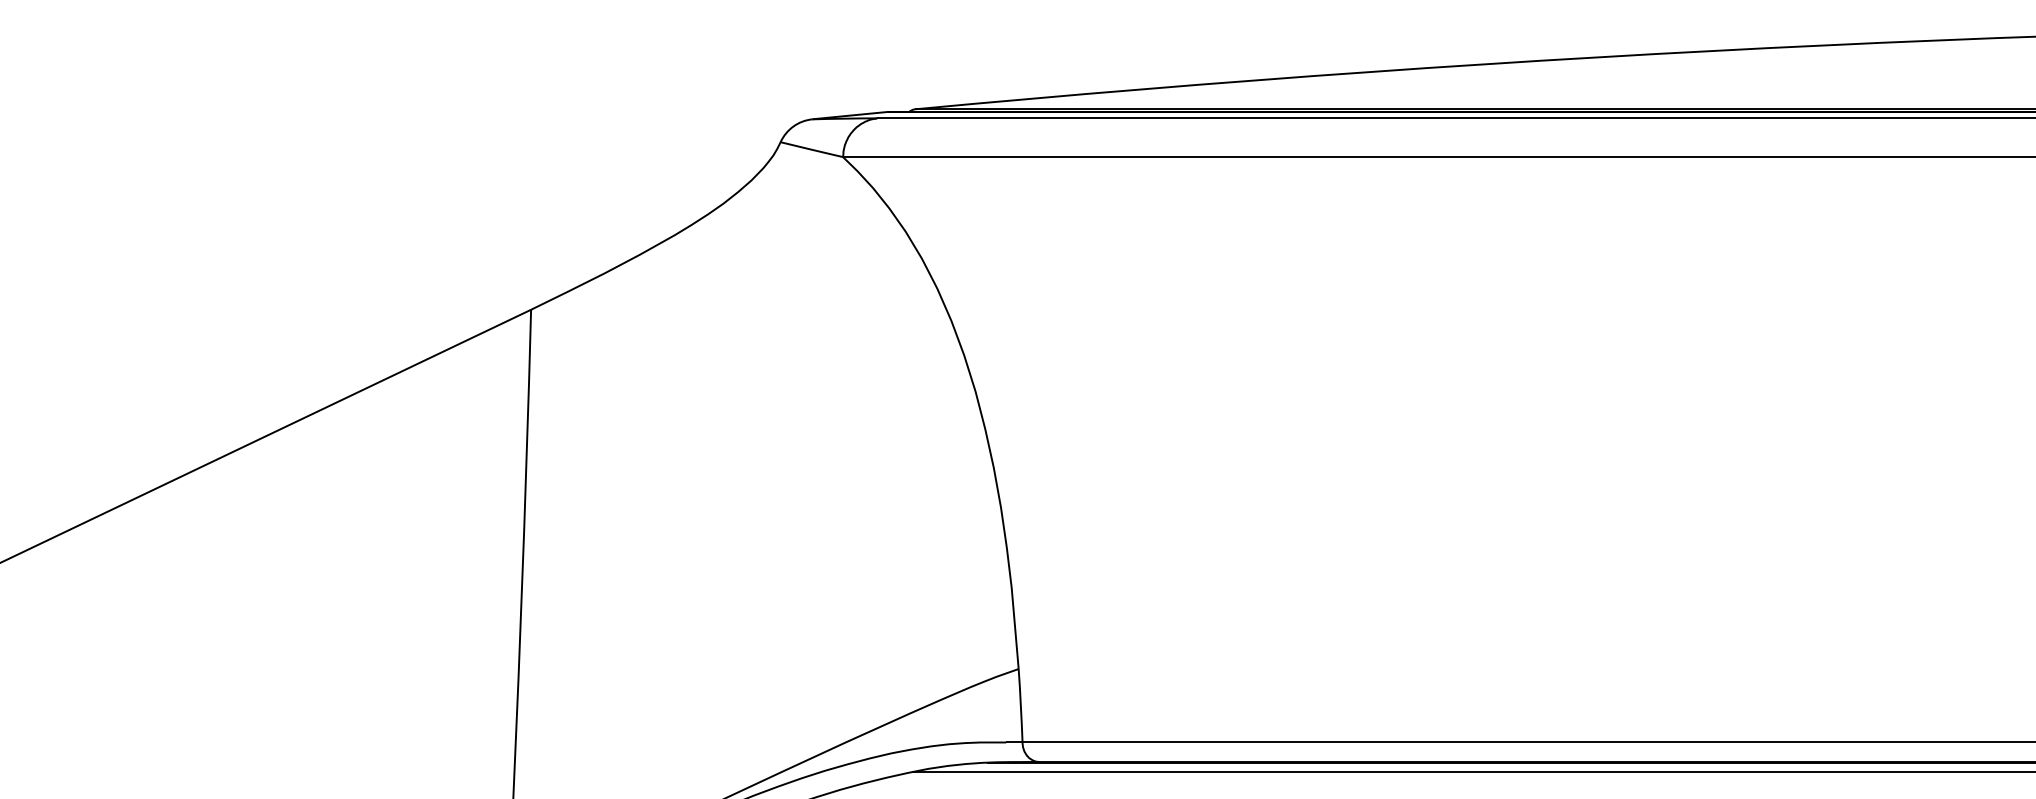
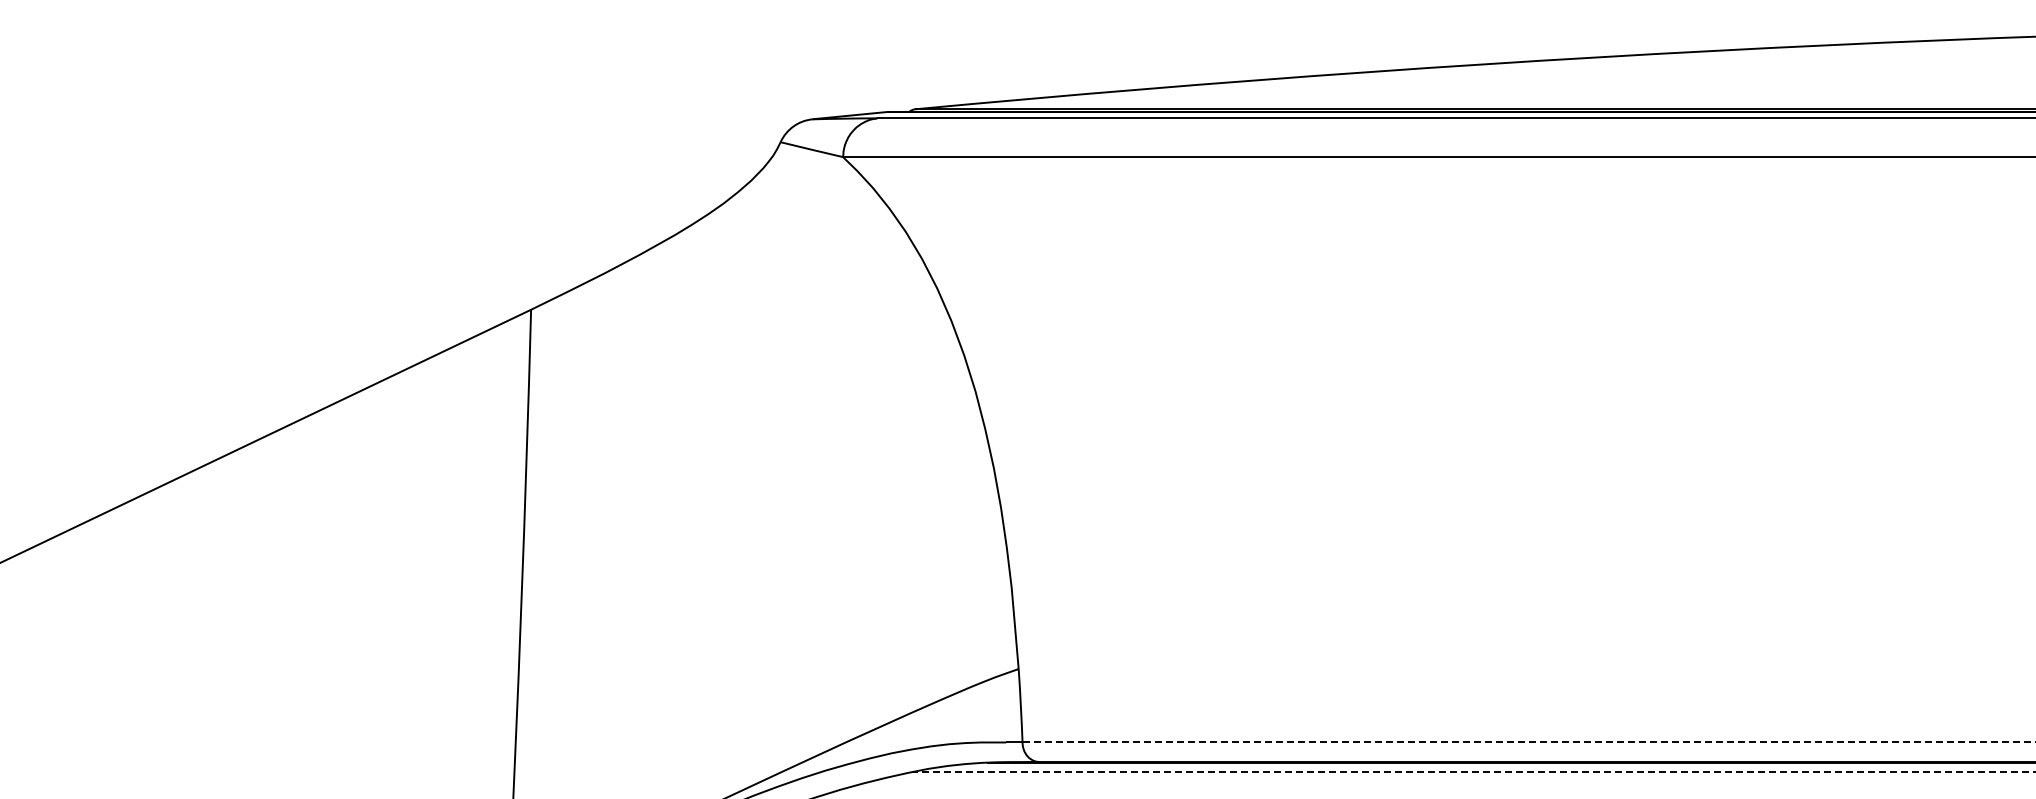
line at (1529, 742): solid -> dashed
line at (1473, 772): solid -> dashed
